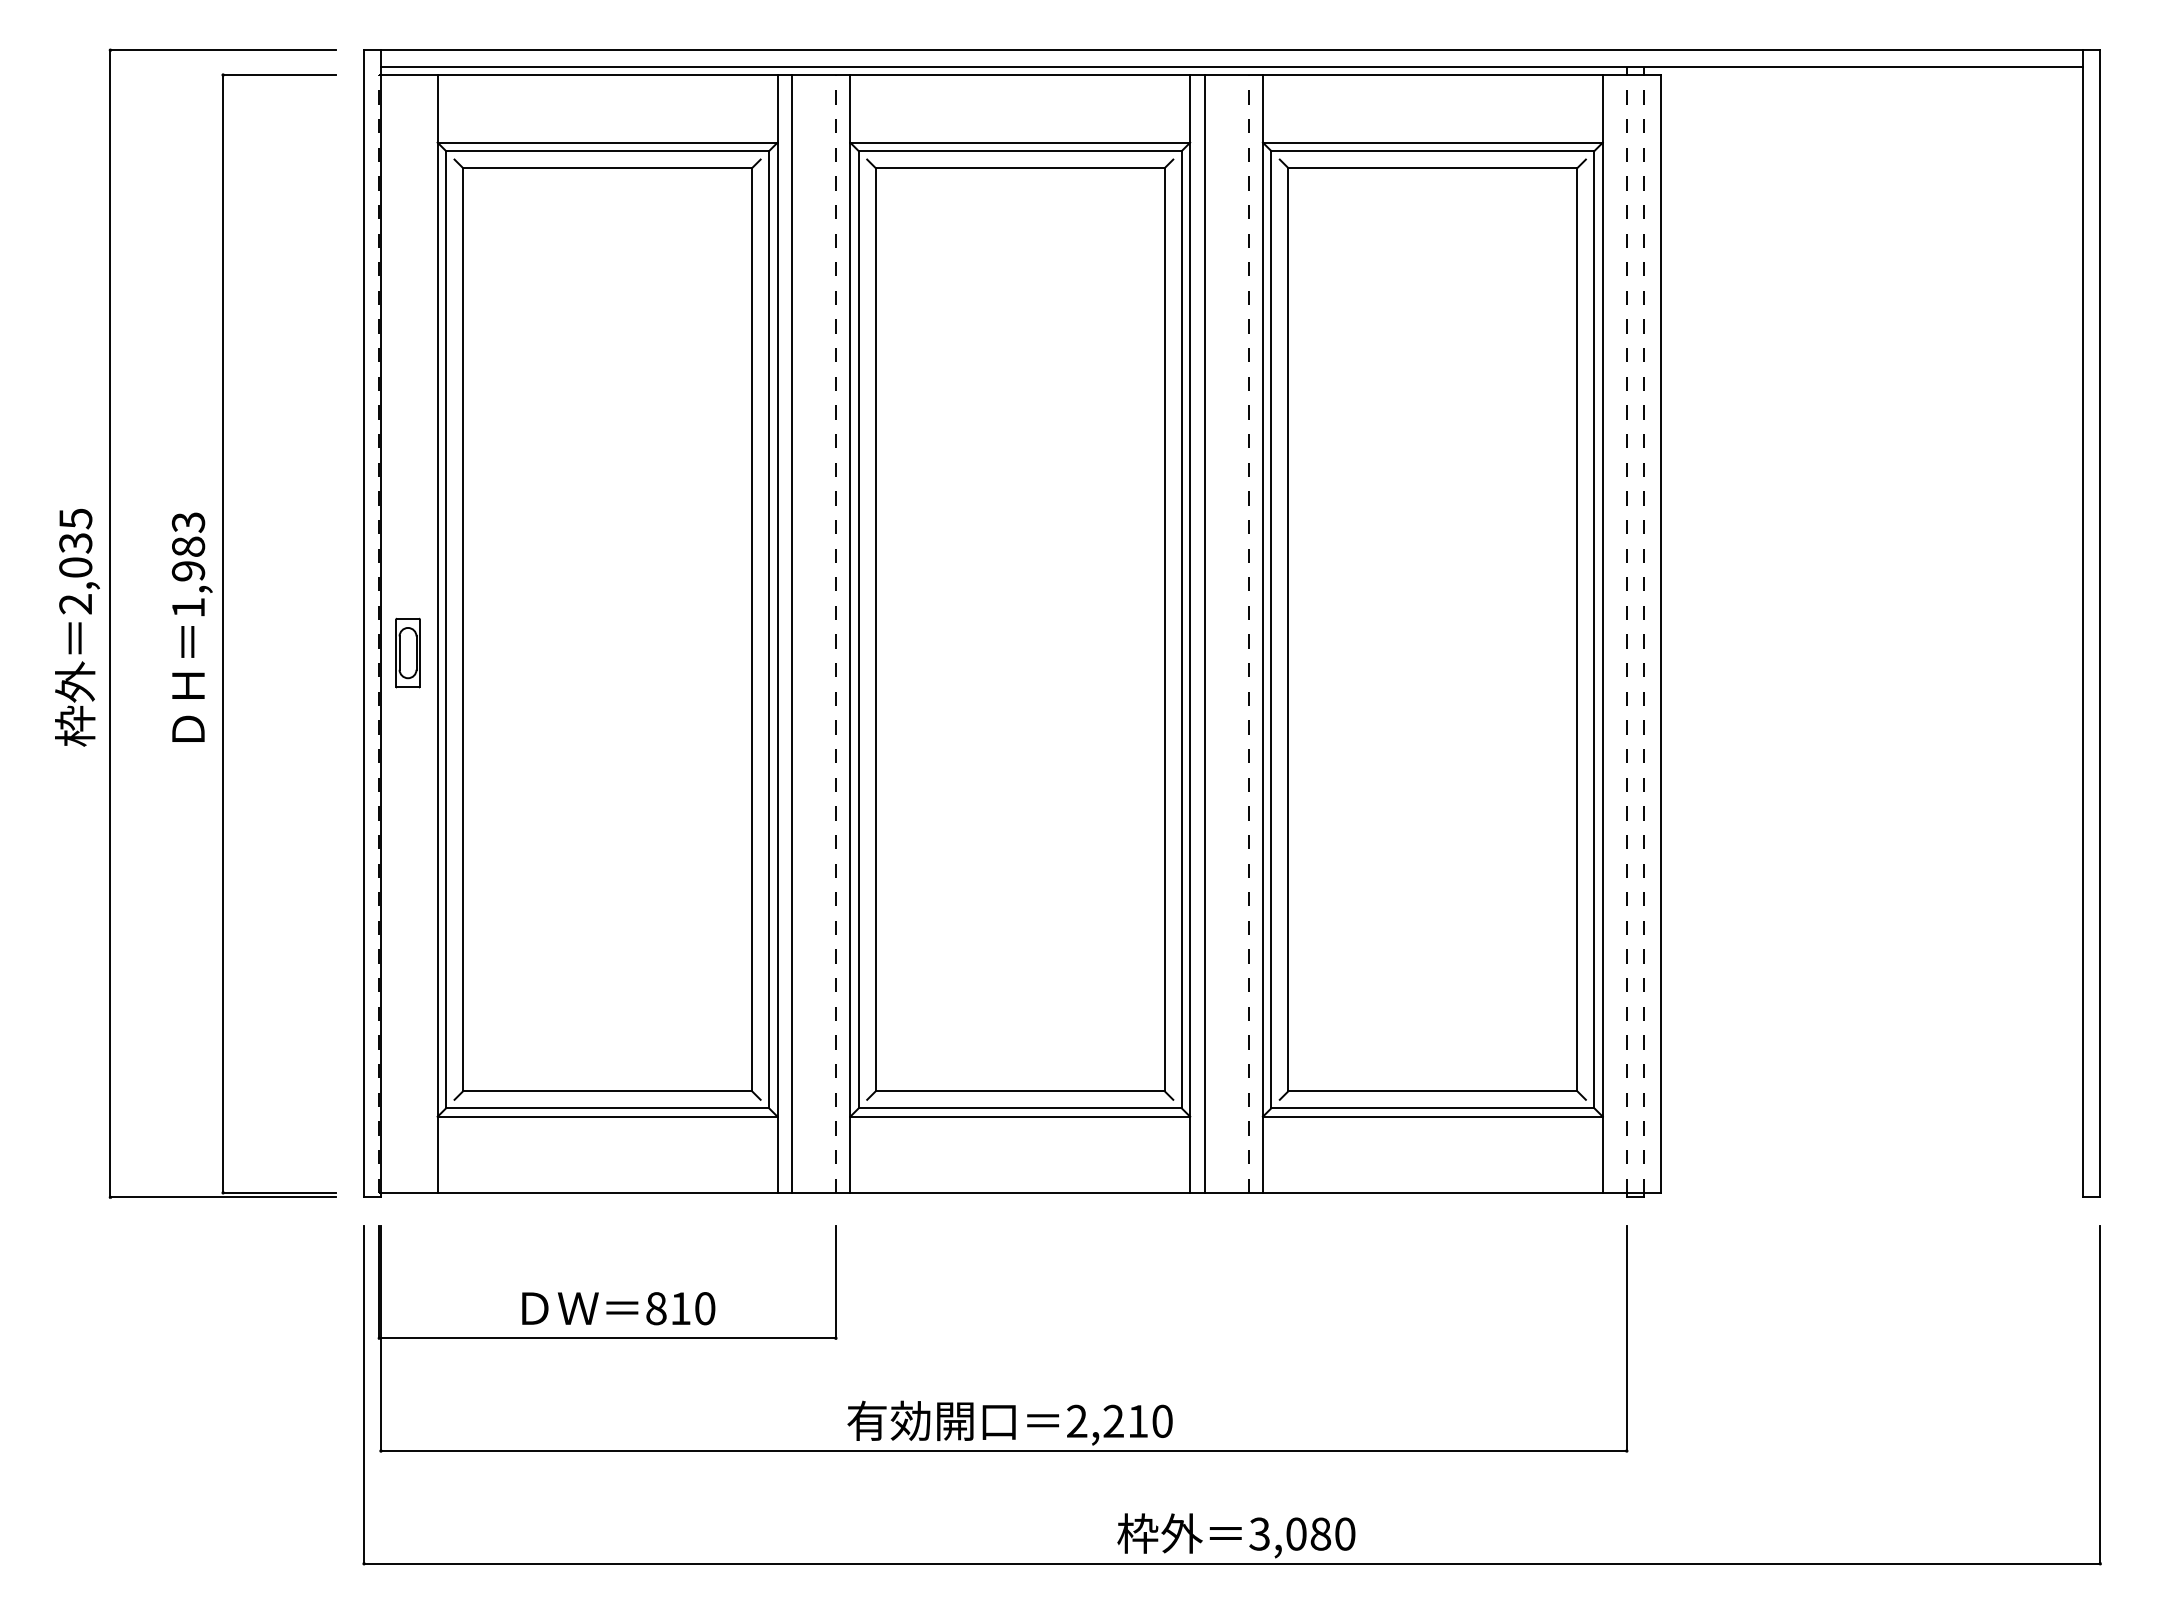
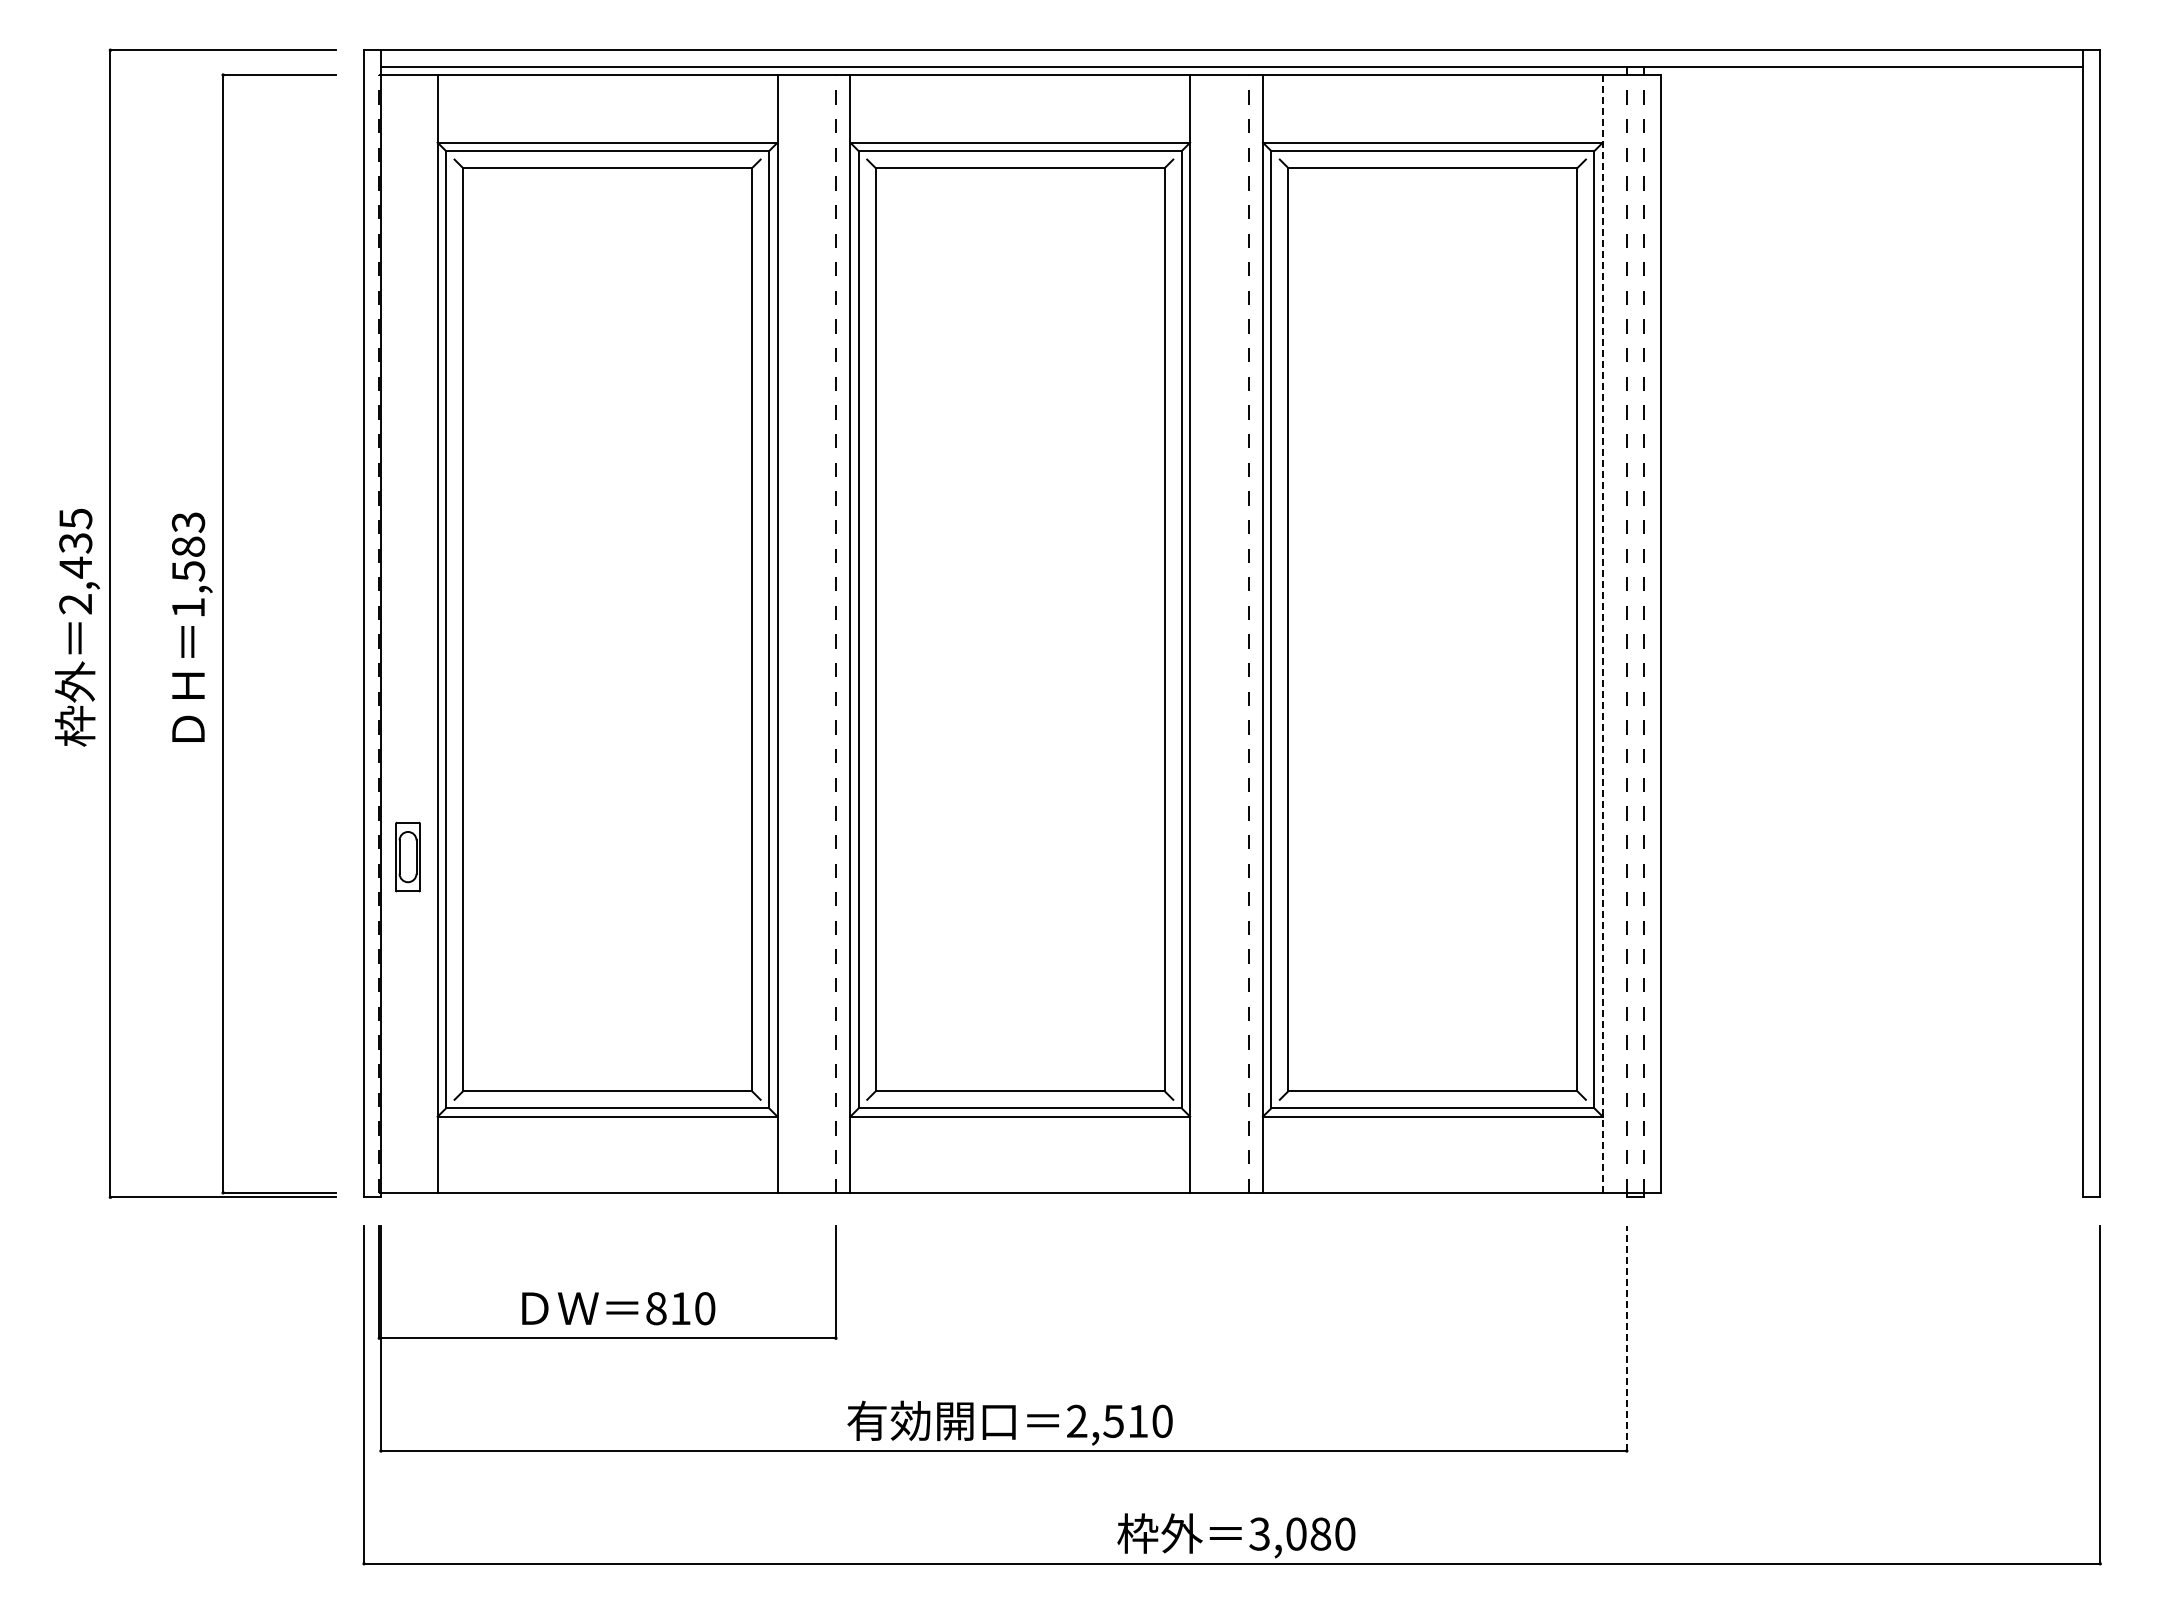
text at (75, 567): 2,035 -> 2,435
text at (188, 571): 1,983 -> 1,583
line at (791, 633): present -> none
line at (1204, 633): present -> none
line at (1602, 633): solid -> dashed
part at (407, 652) position: (407, 652) -> (407, 856)
line at (1626, 1338): solid -> dashed
text at (1113, 1420): 2,210 -> 2,510
